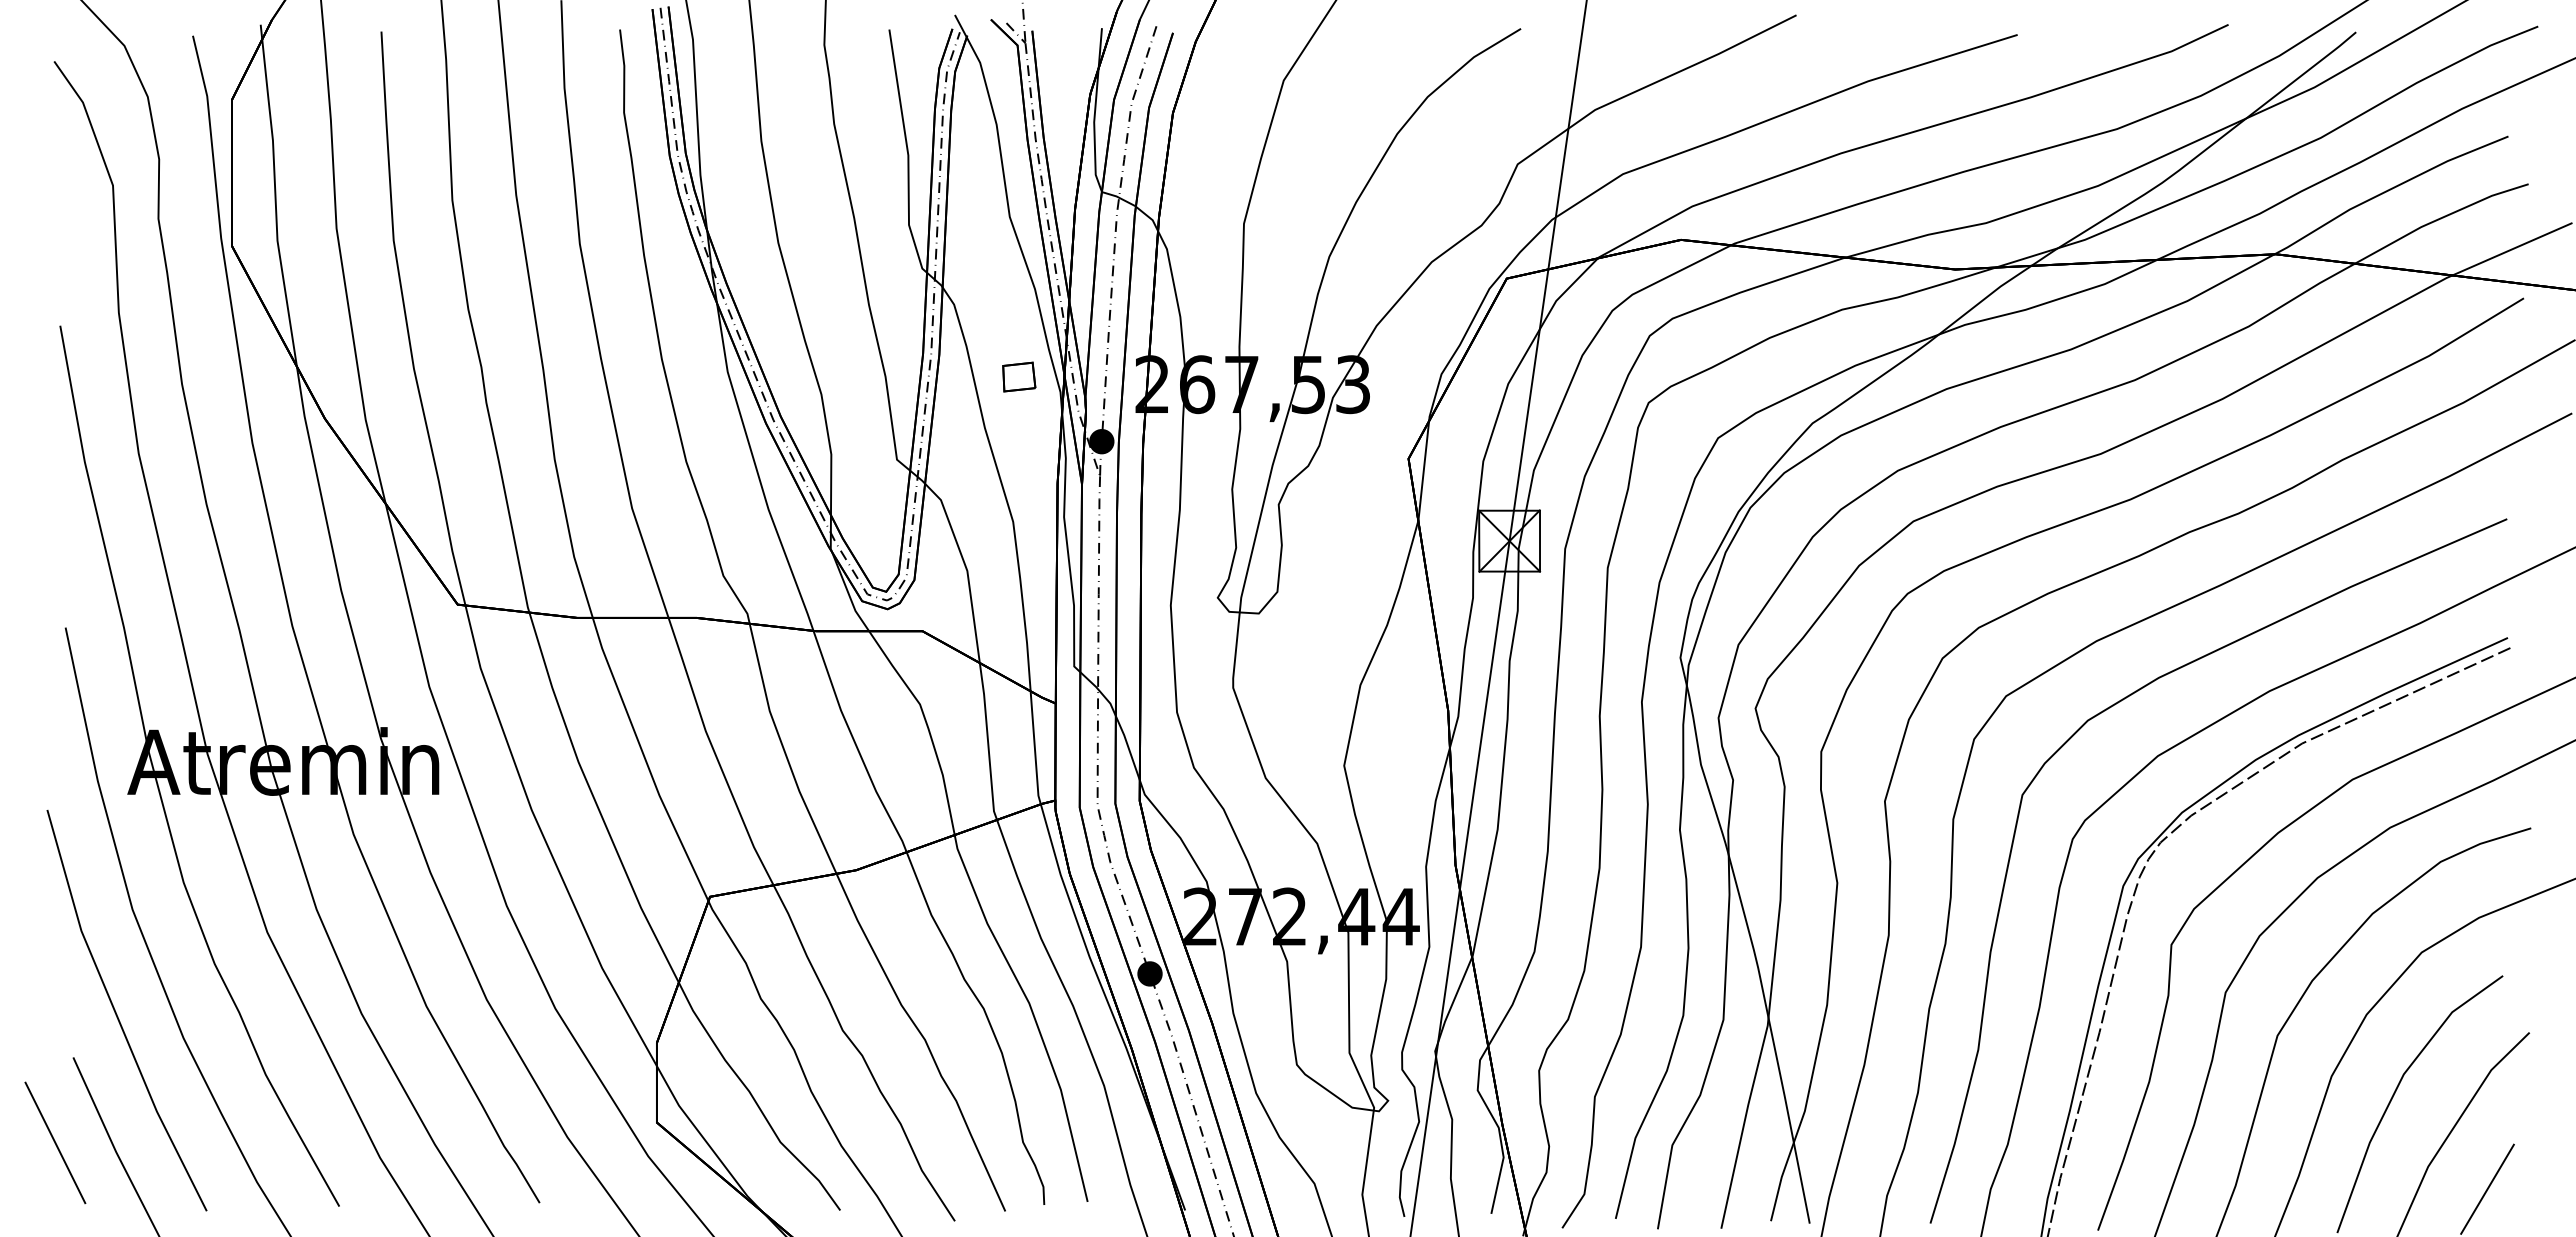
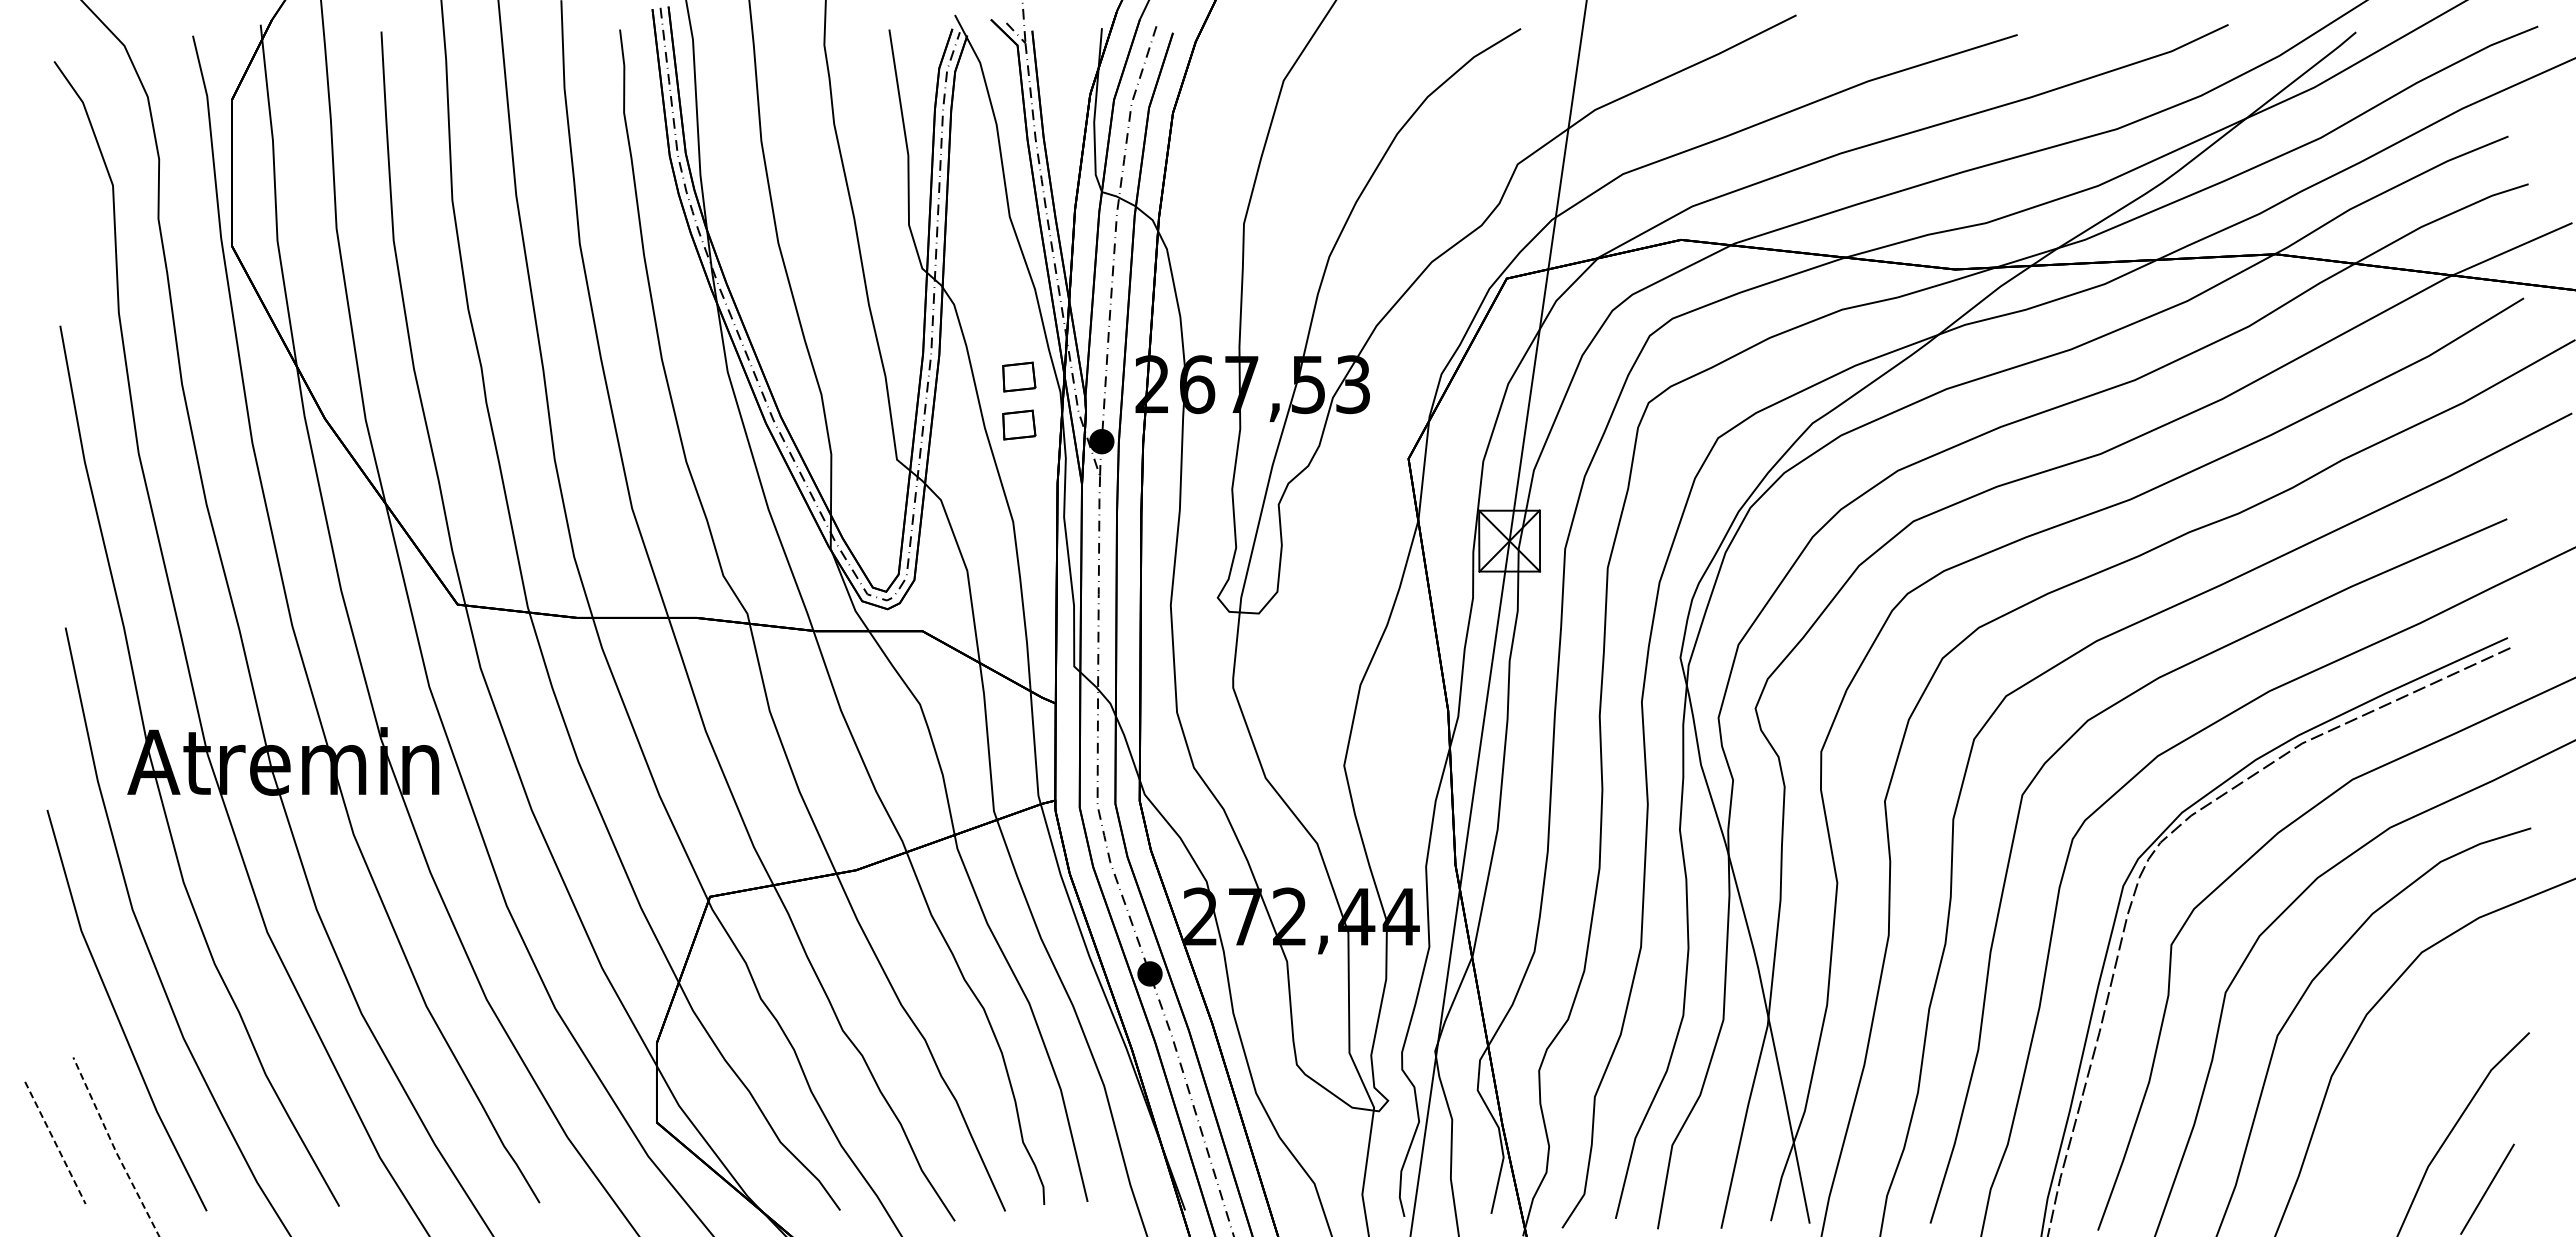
part at (1019, 424): none -> present
line at (2395, 1093): present -> none
line at (55, 1143): solid -> dashed
line at (114, 1148): solid -> dashed
